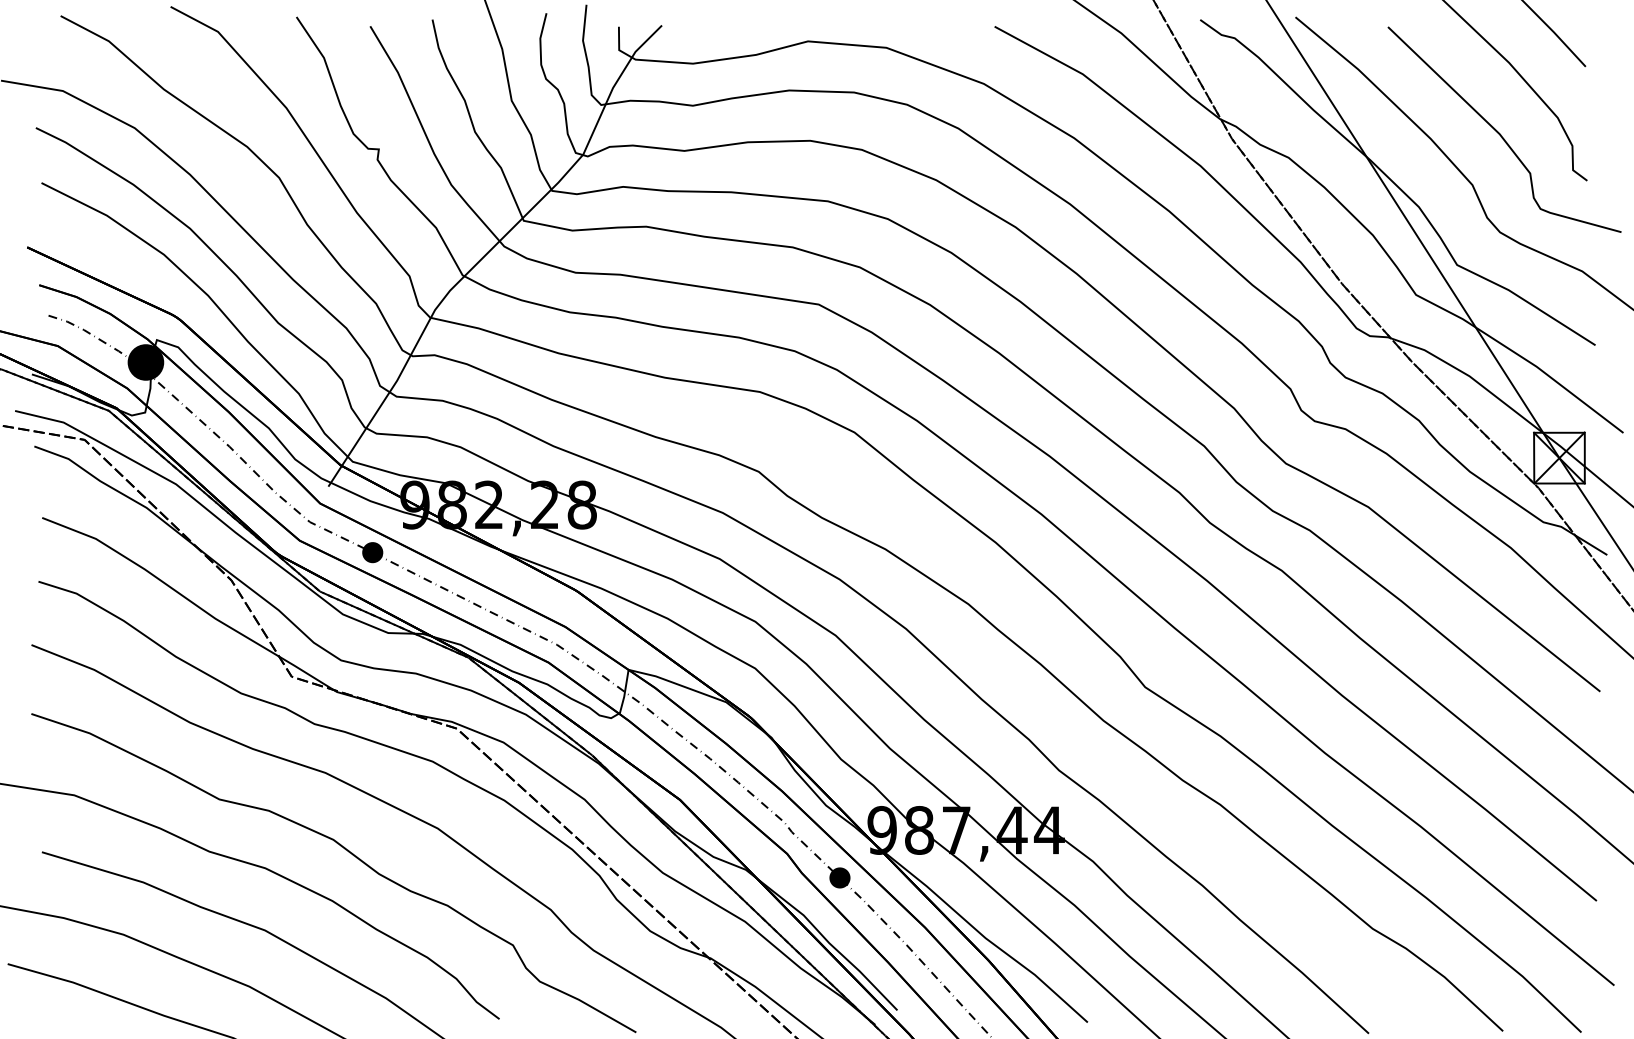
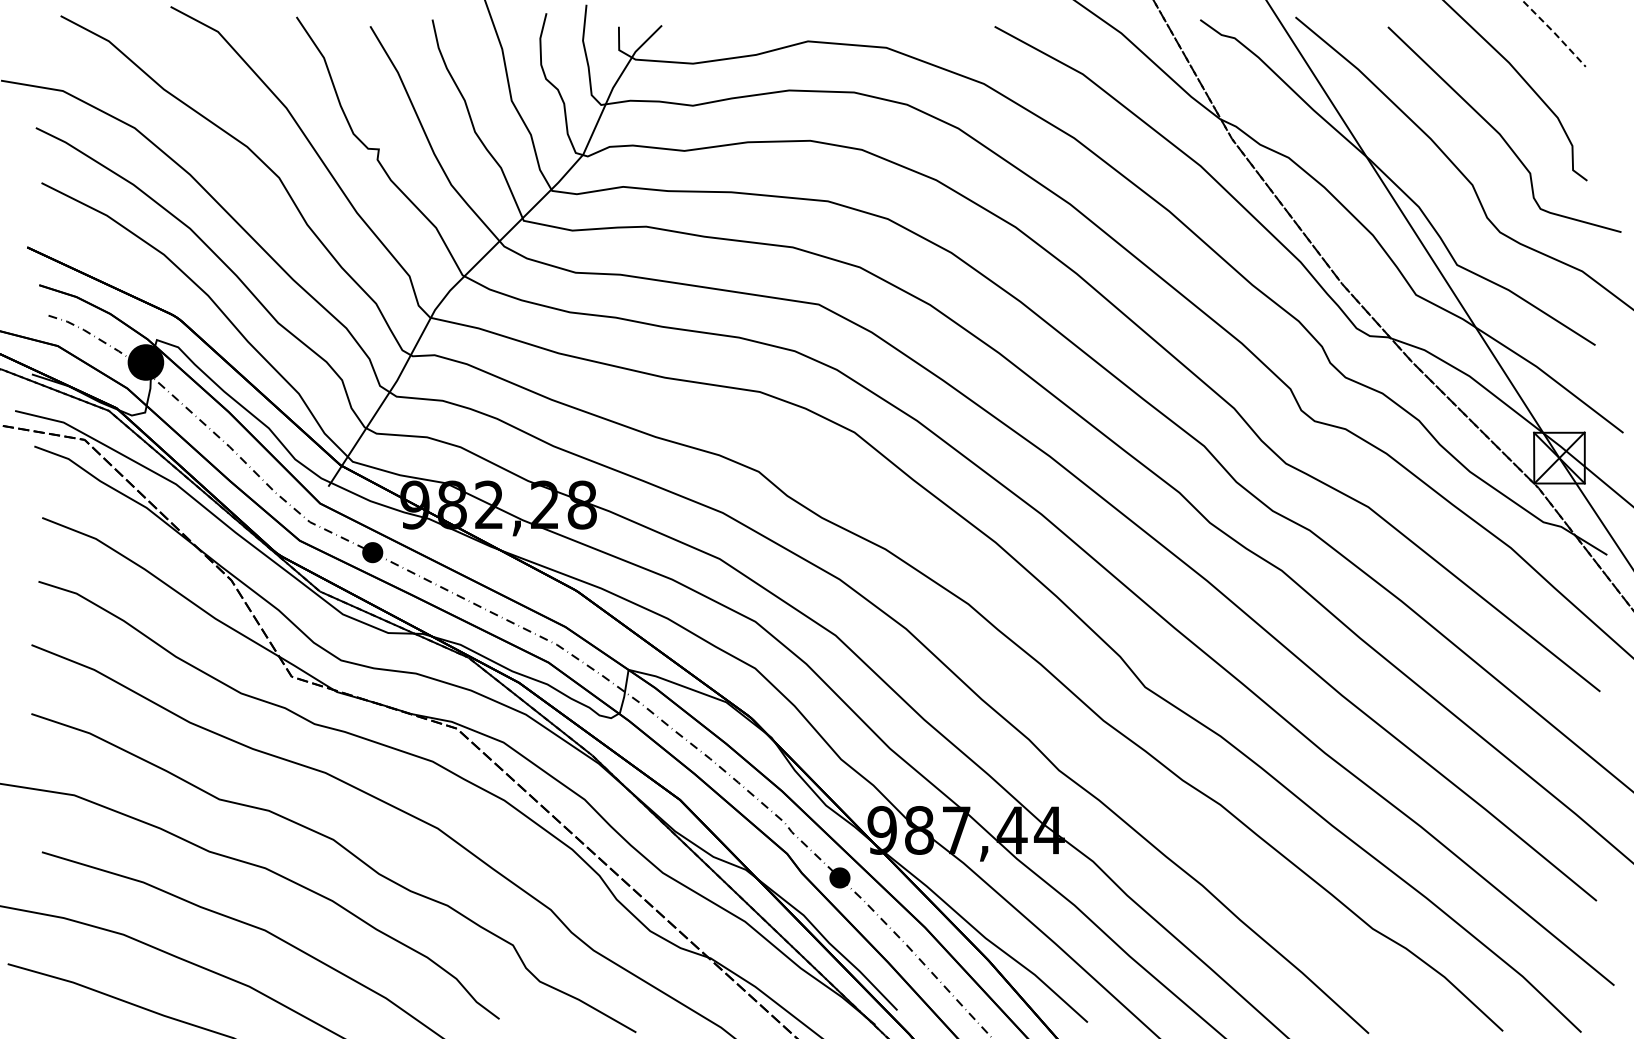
line at (1554, 33): solid -> dashed
